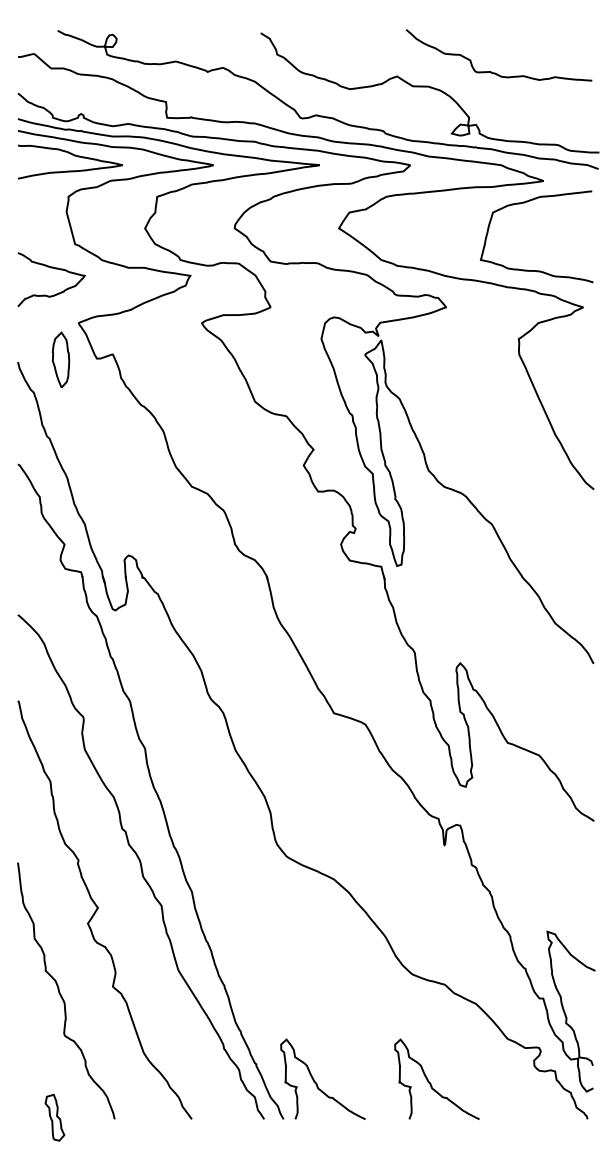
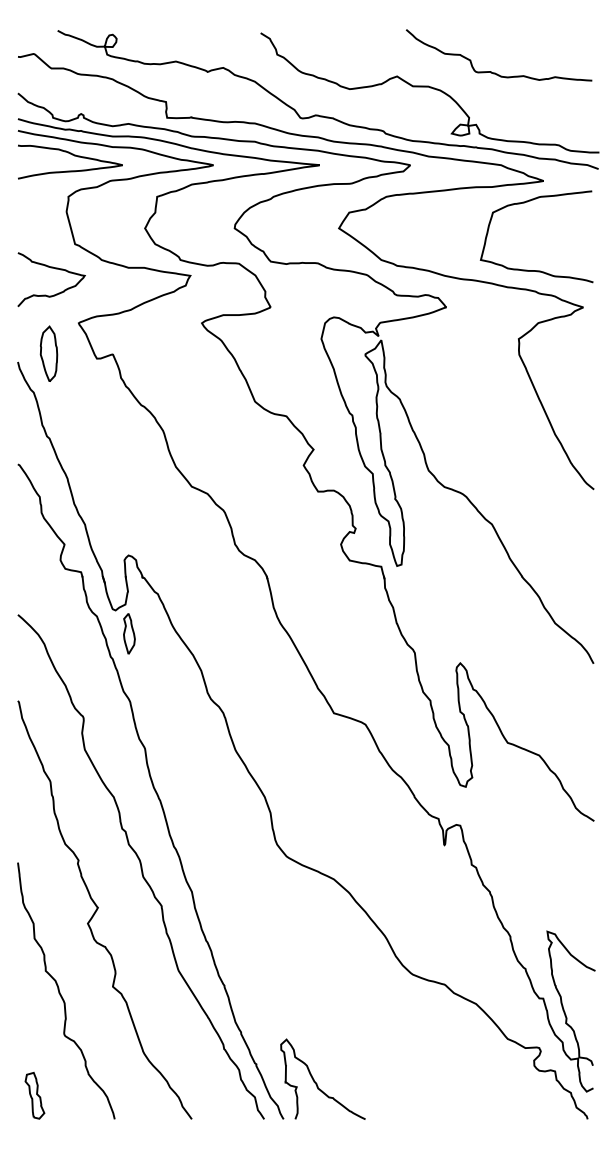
part at (60, 359) position: (60, 359) -> (48, 353)
part at (129, 633): none -> present
curve at (431, 1083): present -> none
part at (54, 1117) position: (54, 1117) -> (34, 1095)
